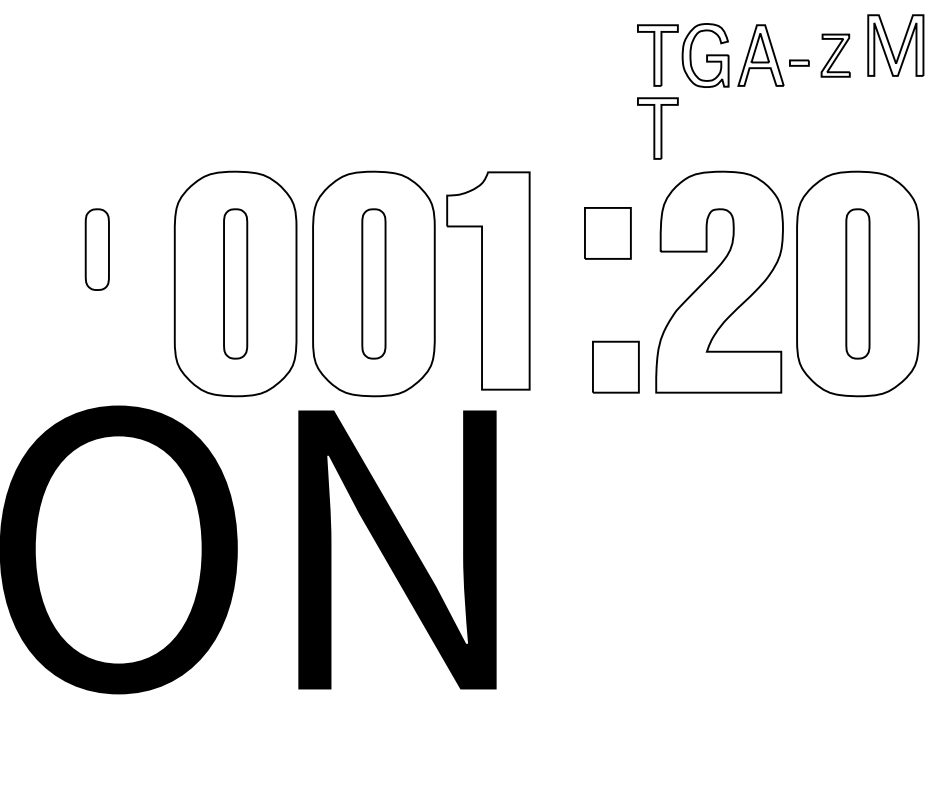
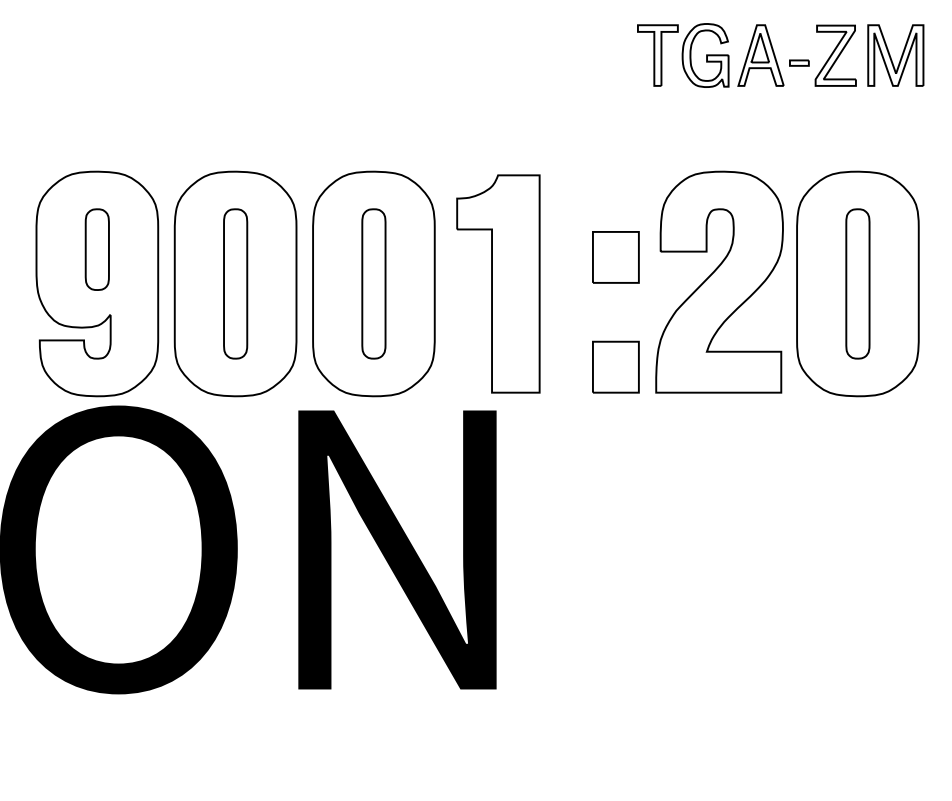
part at (895, 45) position: (895, 45) -> (895, 55)
part at (835, 55) size: 31x45 px -> 43x63 px
part at (657, 128): present -> none
part at (607, 233) position: (607, 233) -> (615, 257)
part at (488, 280) position: (488, 280) -> (498, 283)
part at (97, 283): none -> present
